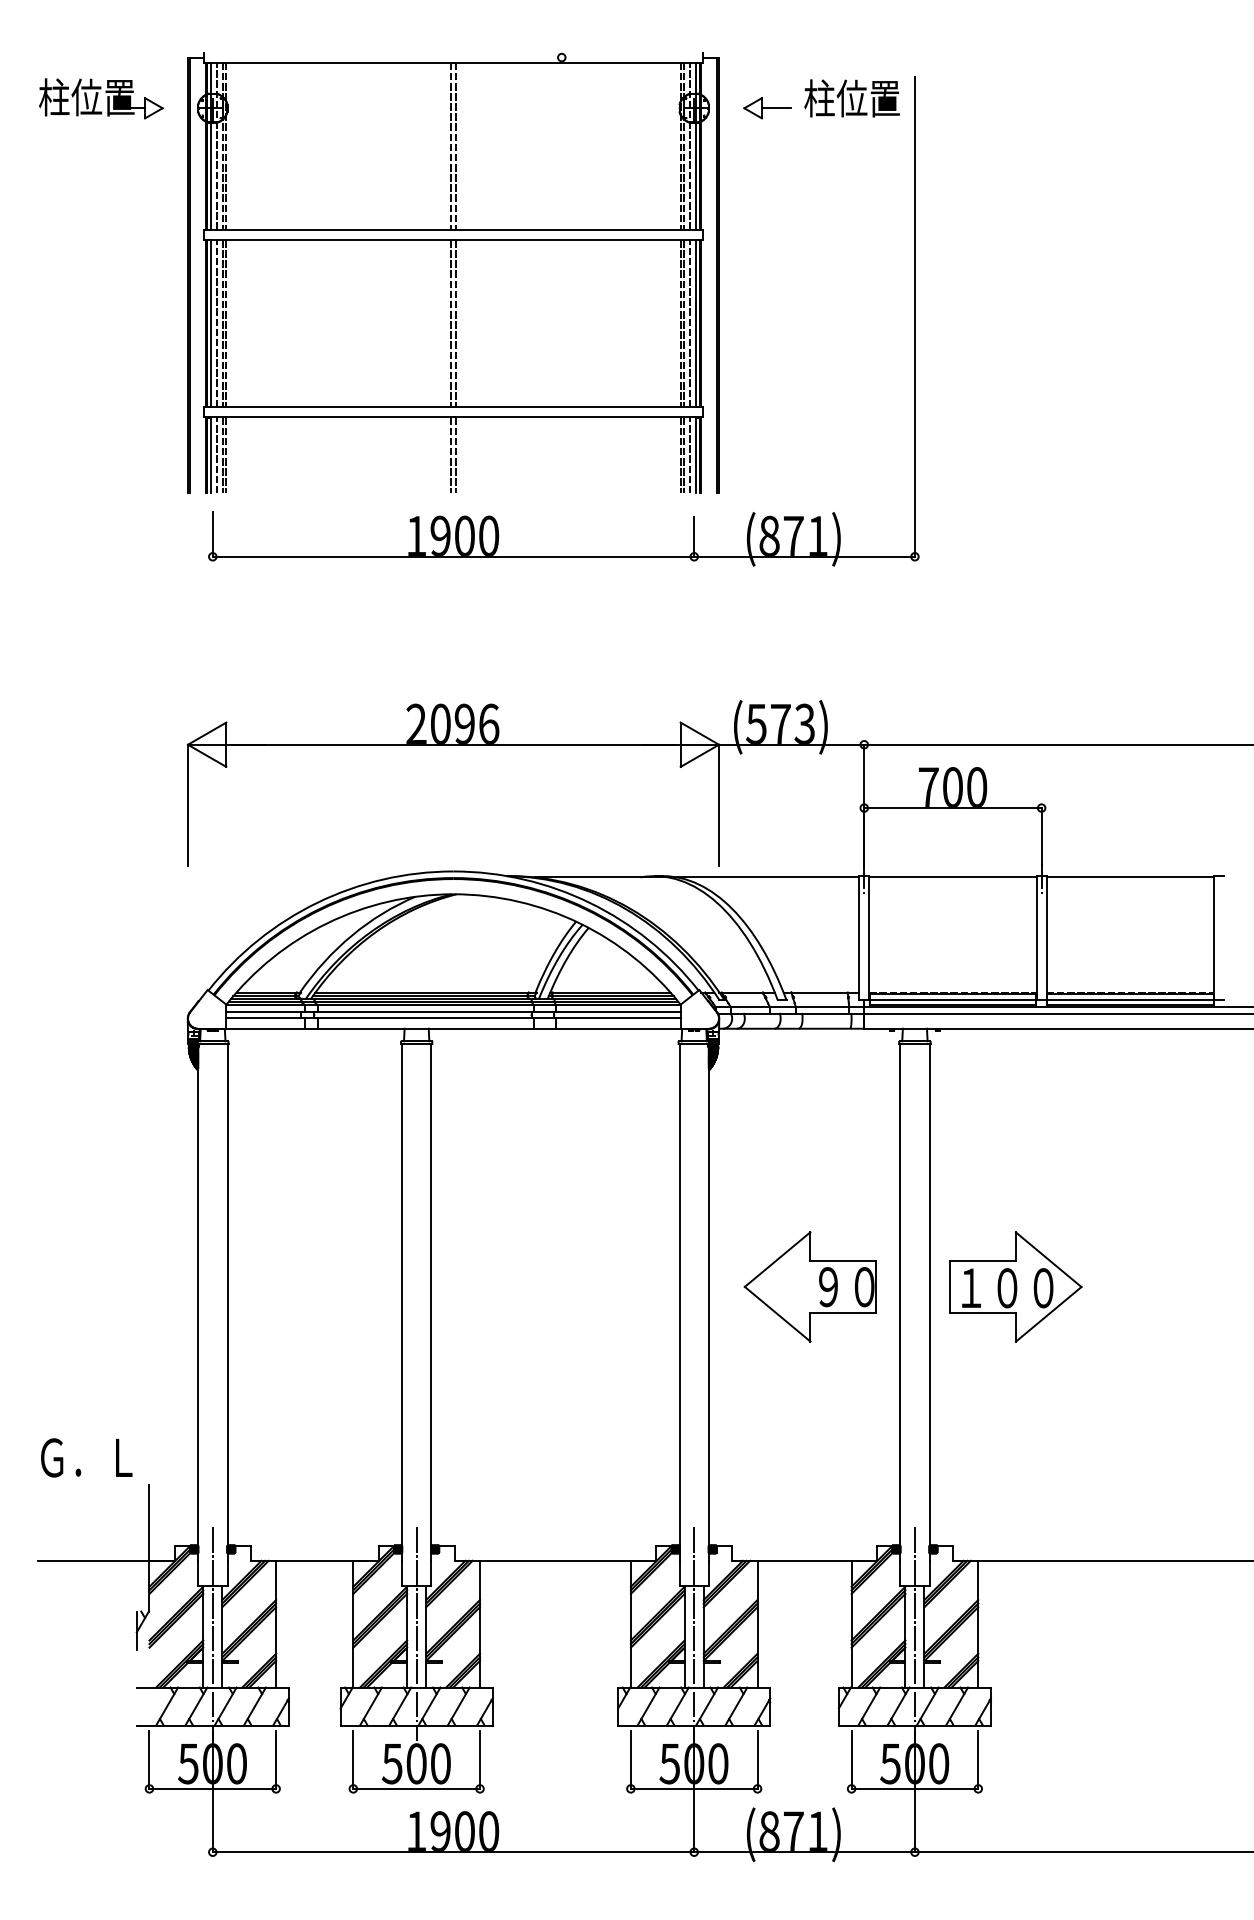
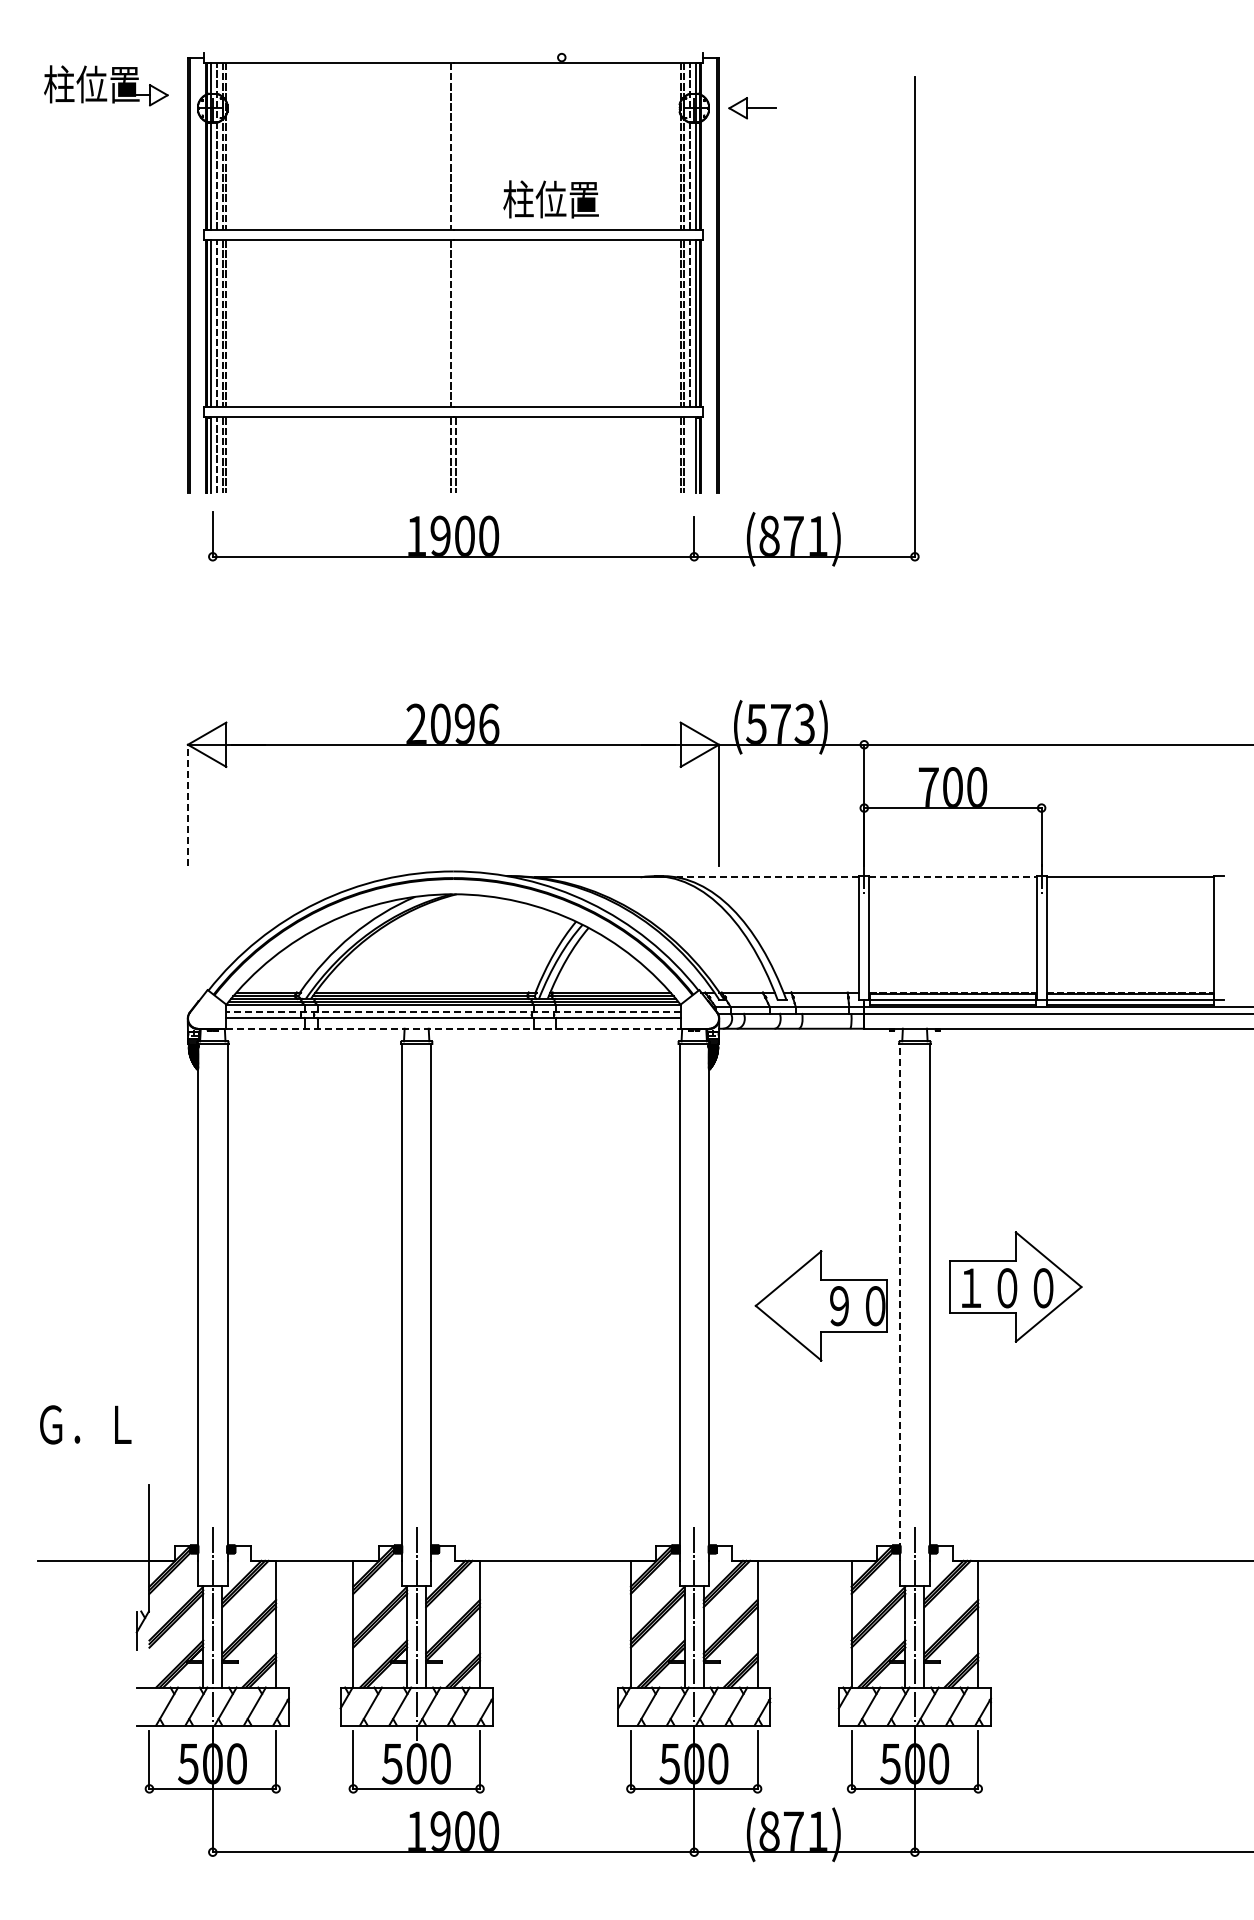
part at (101, 98) position: (101, 98) -> (106, 85)
text at (851, 98) position: (851, 98) -> (550, 199)
part at (767, 108) position: (767, 108) -> (752, 108)
line at (456, 145): present -> none
line at (456, 323): present -> none
line at (690, 455): present -> none
line at (187, 805): solid -> dashed
line at (768, 877): solid -> dashed
line at (952, 877): solid -> dashed
line at (453, 1011): solid -> dashed
line at (454, 1028): solid -> dashed
part at (809, 1286) position: (809, 1286) -> (820, 1305)
line at (900, 1301): solid -> dashed
text at (86, 1457) position: (86, 1457) -> (85, 1424)
